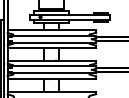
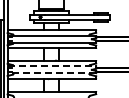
line at (52, 66): solid -> dashed
line at (51, 73): solid -> dashed
